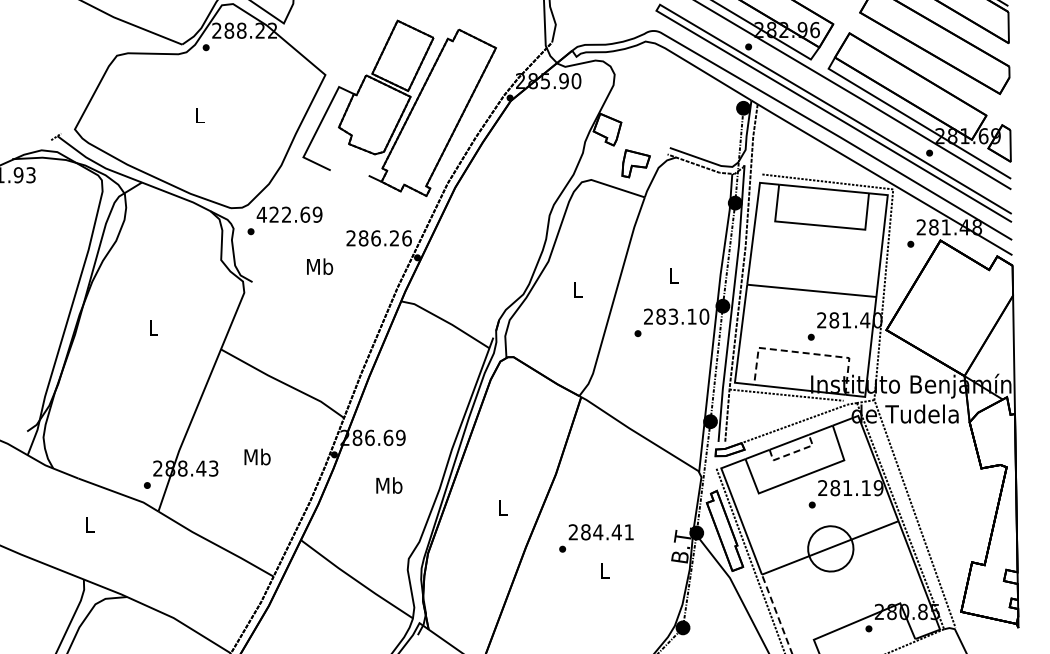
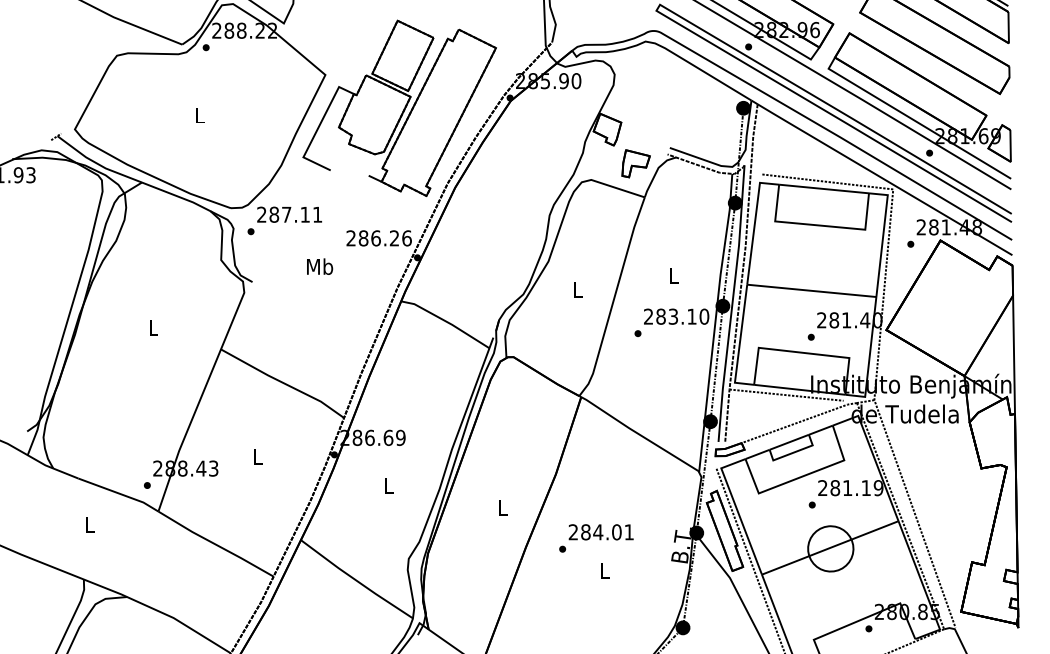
text at (289, 214): 422.69 -> 287.11
line at (803, 352): dashed -> solid
line at (793, 452): dashed -> solid
text at (257, 456): Mb -> L
text at (389, 485): Mb -> L
text at (616, 532): 284.41 -> 284.01
line at (776, 613): dashed -> solid
